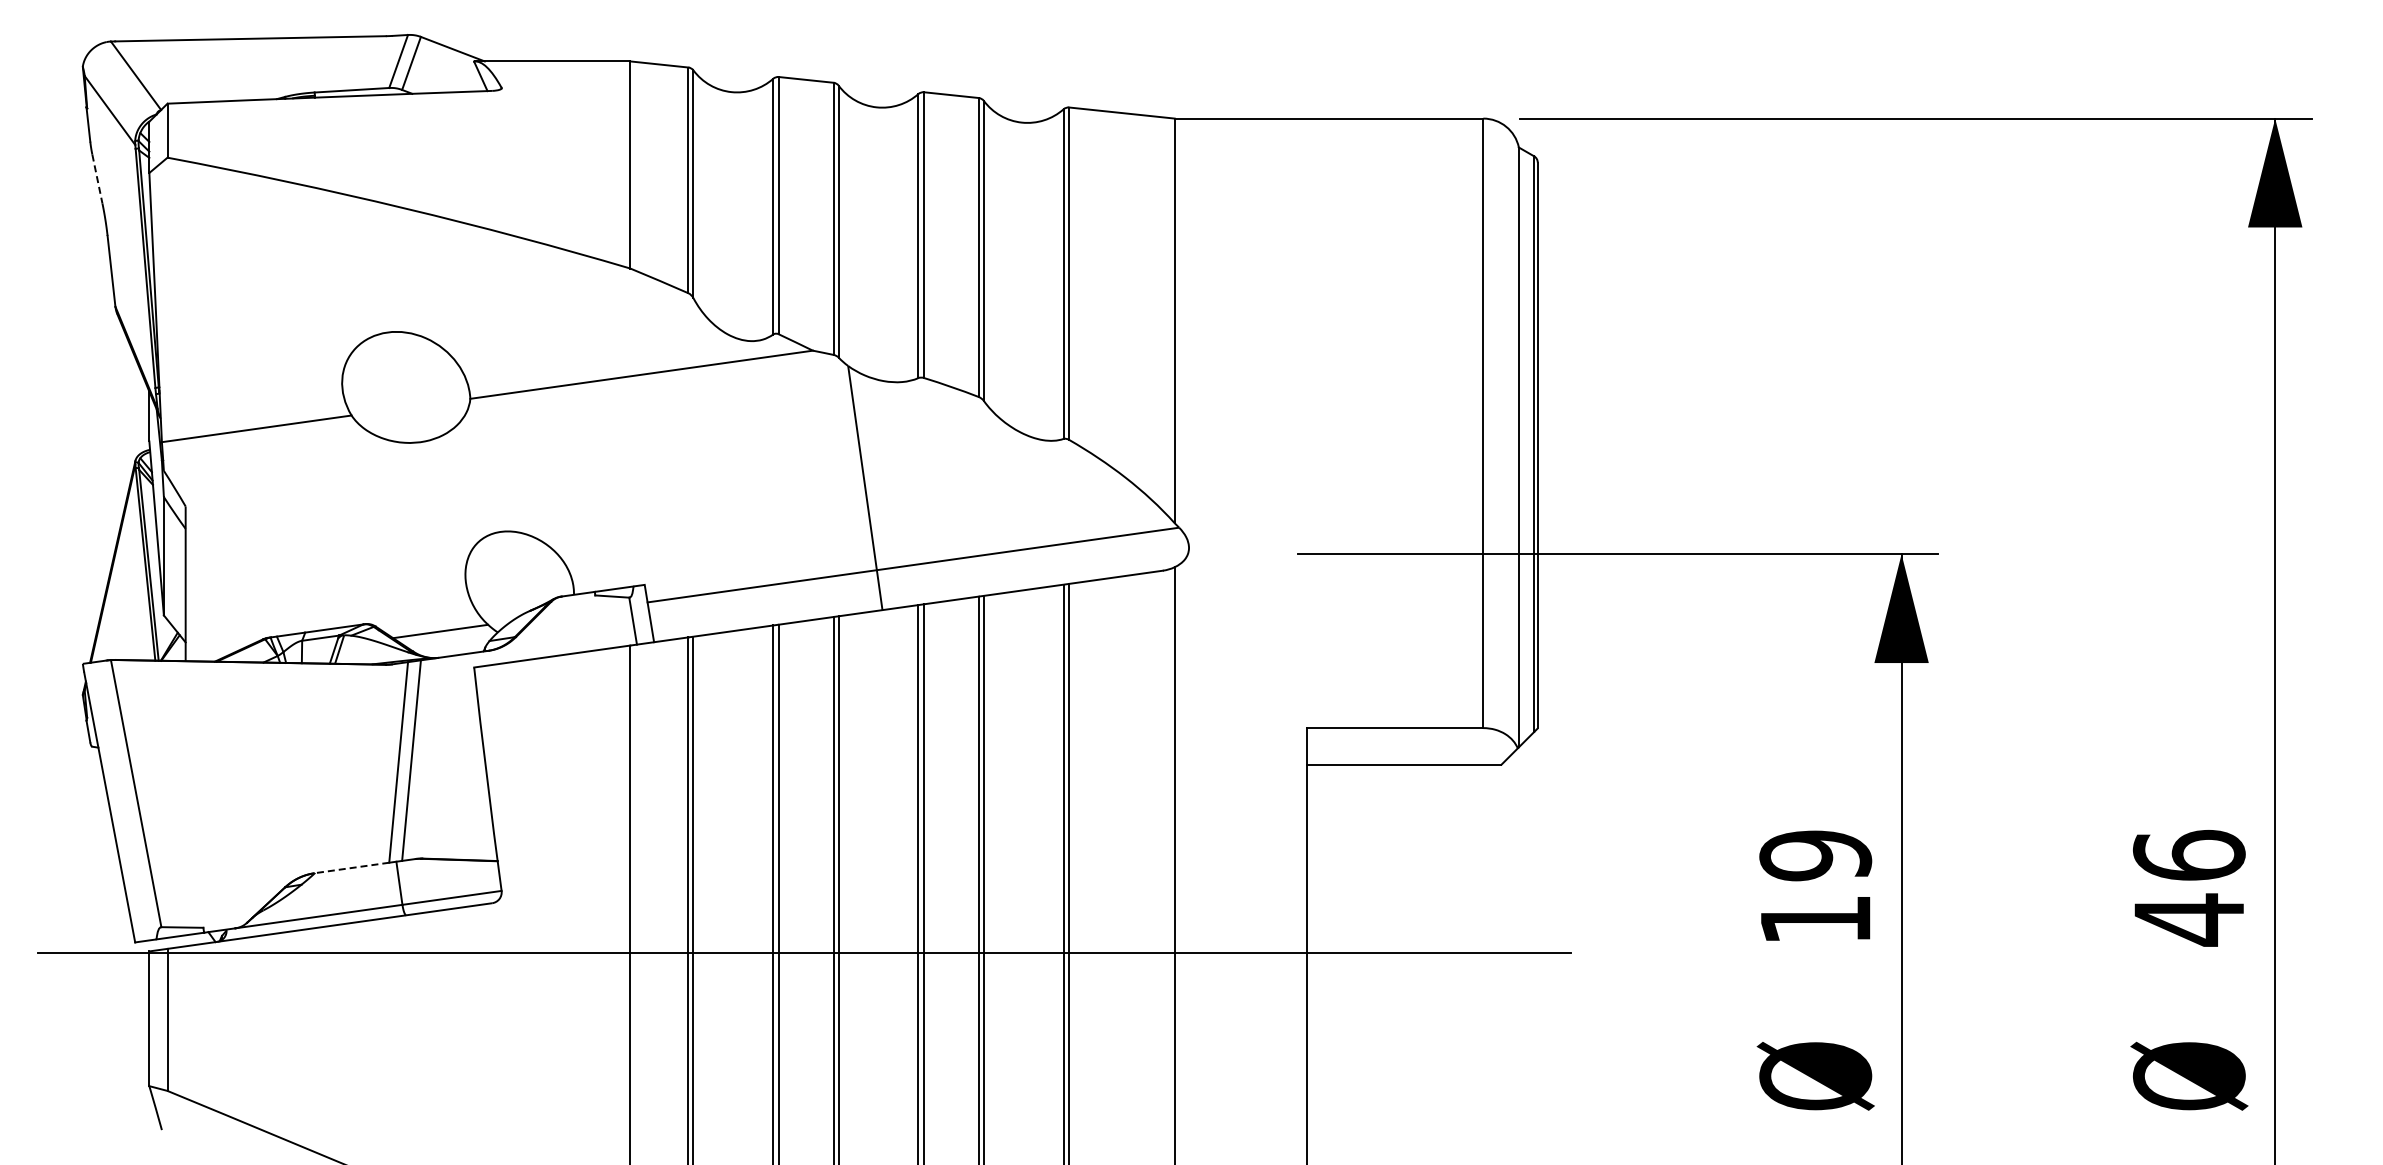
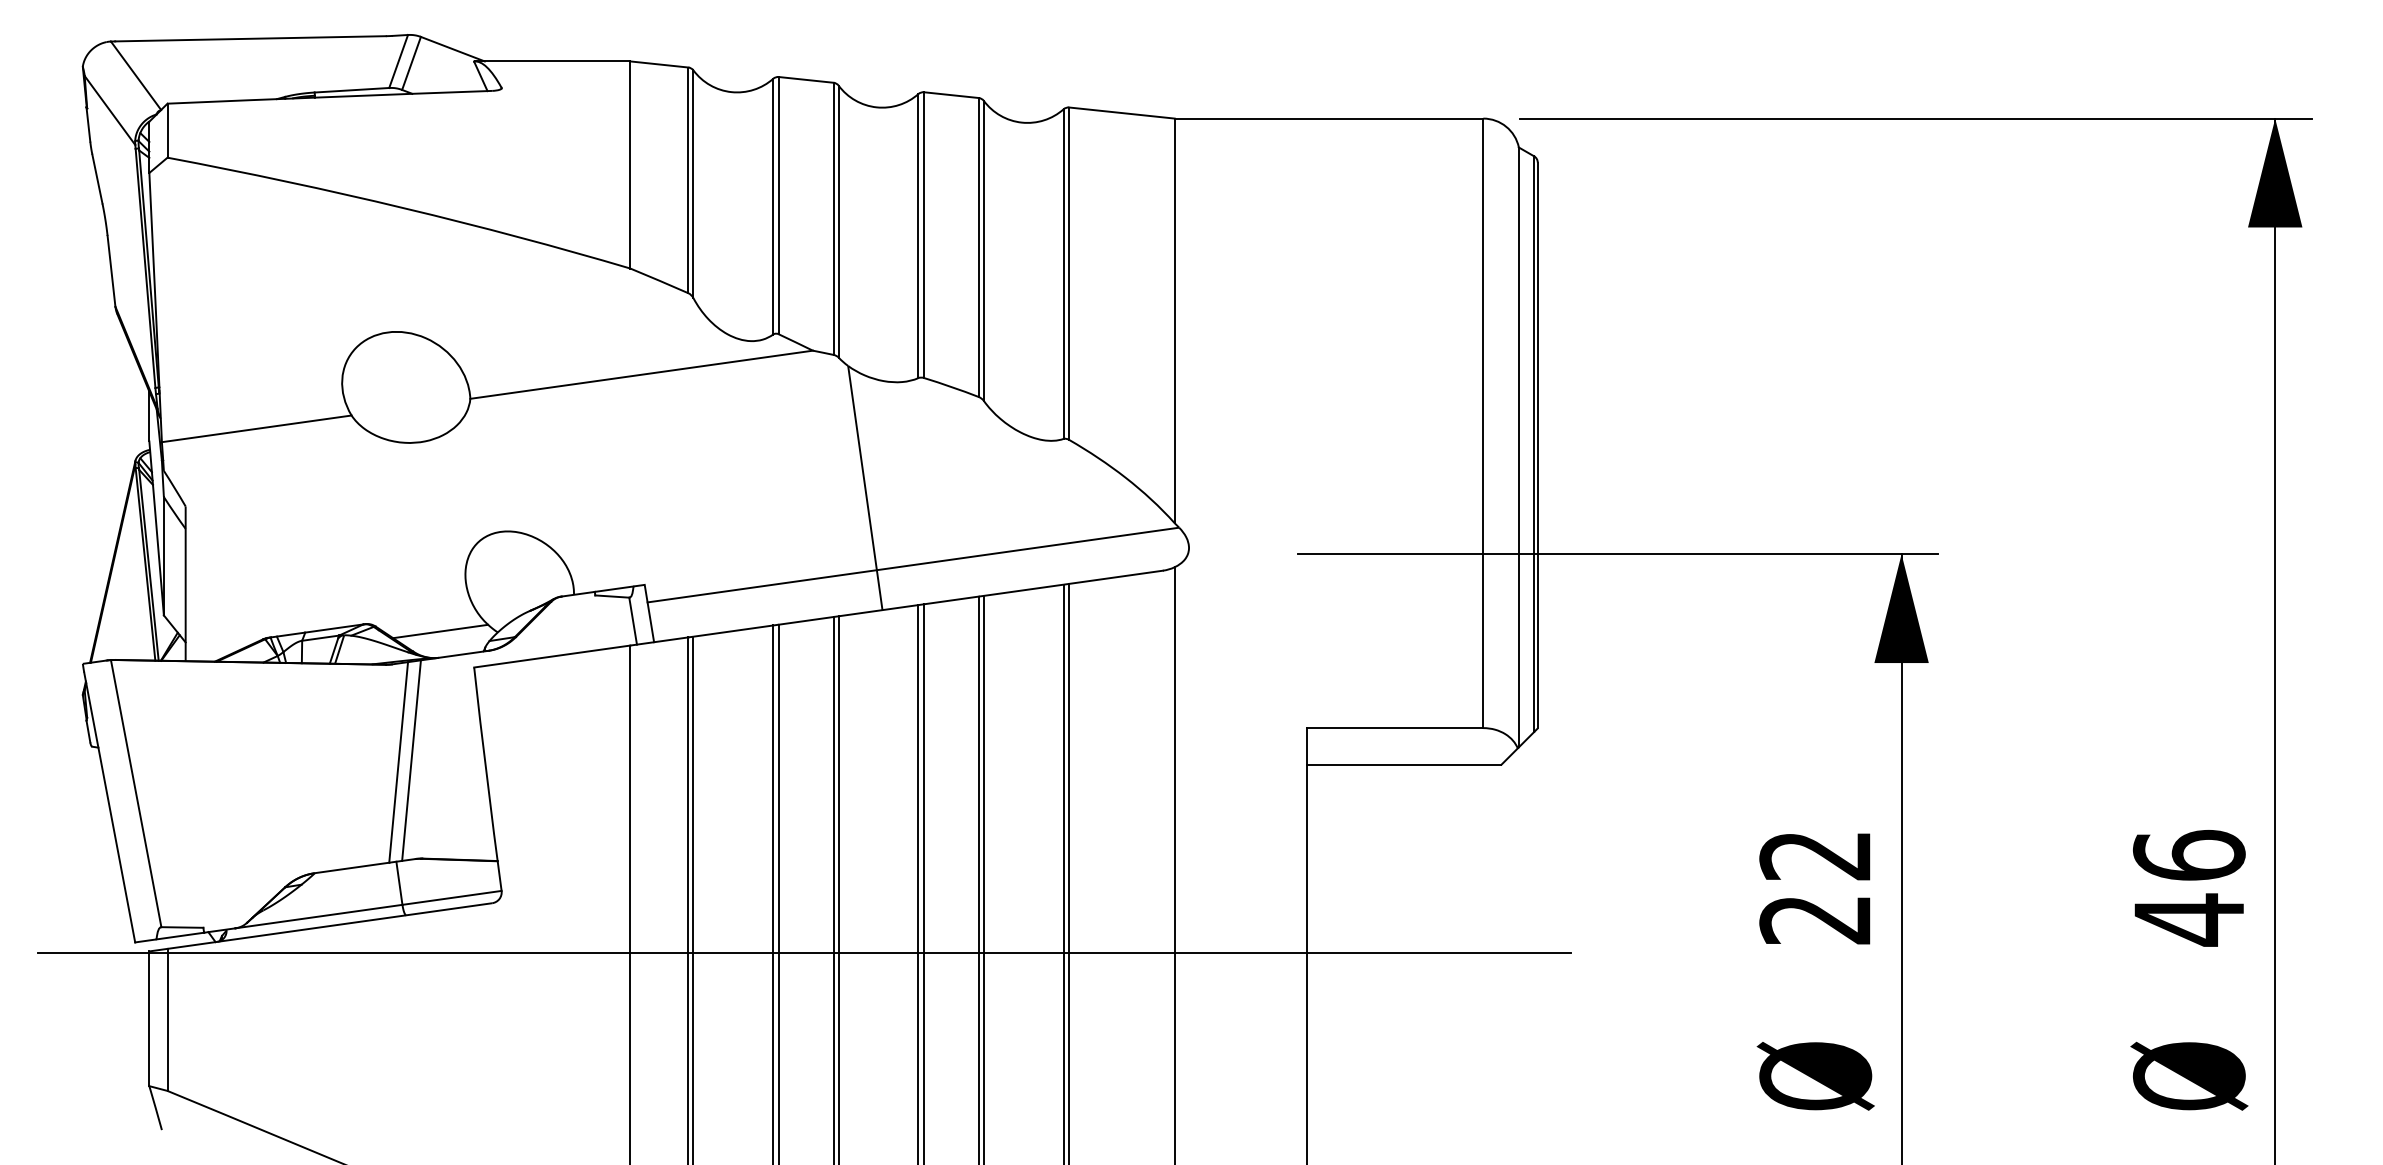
line at (97, 179): dashed -> solid
line at (352, 867): dashed -> solid
text at (1815, 887): 19 -> 22
